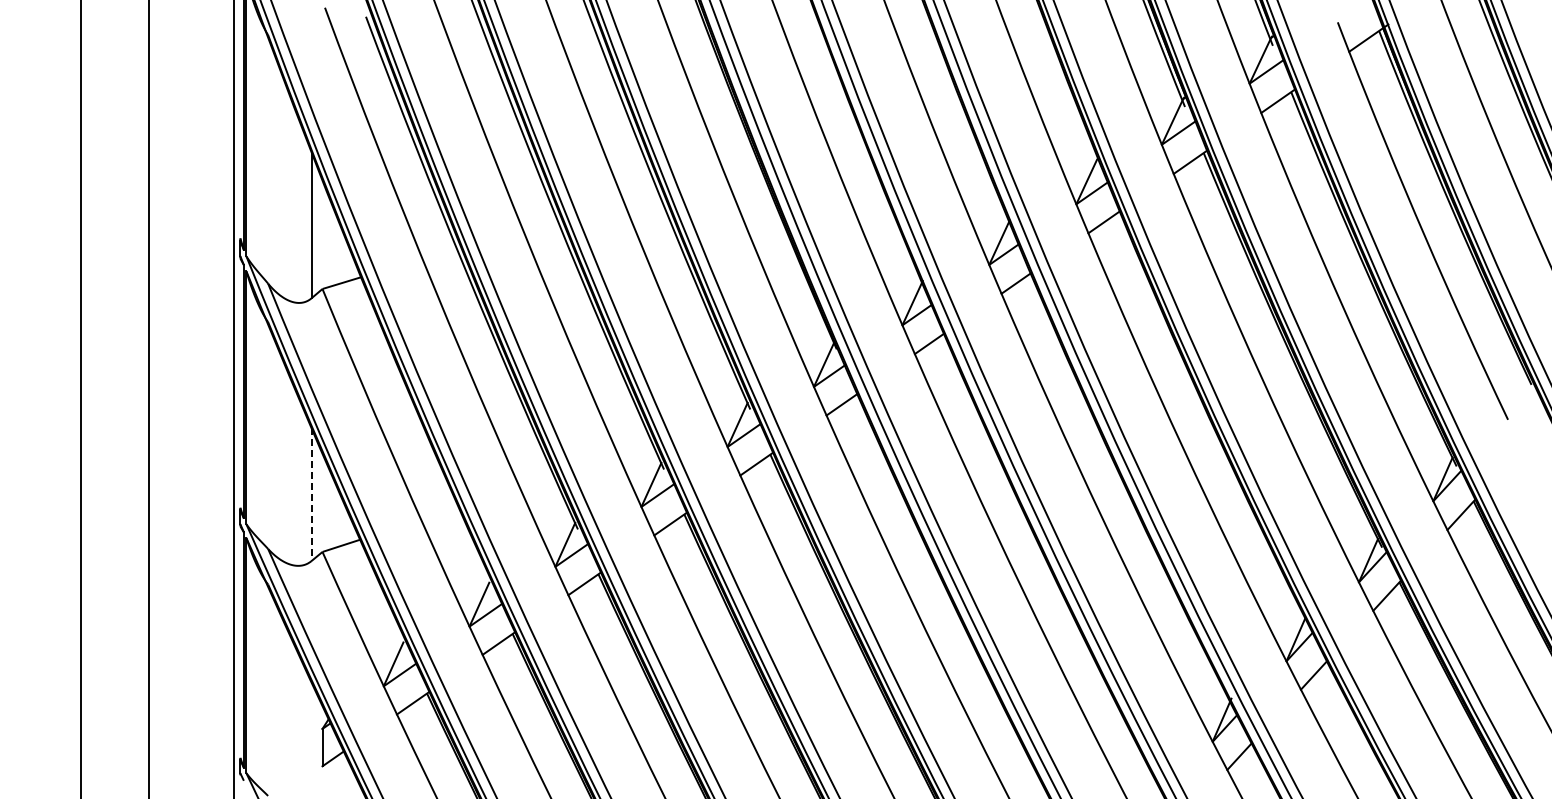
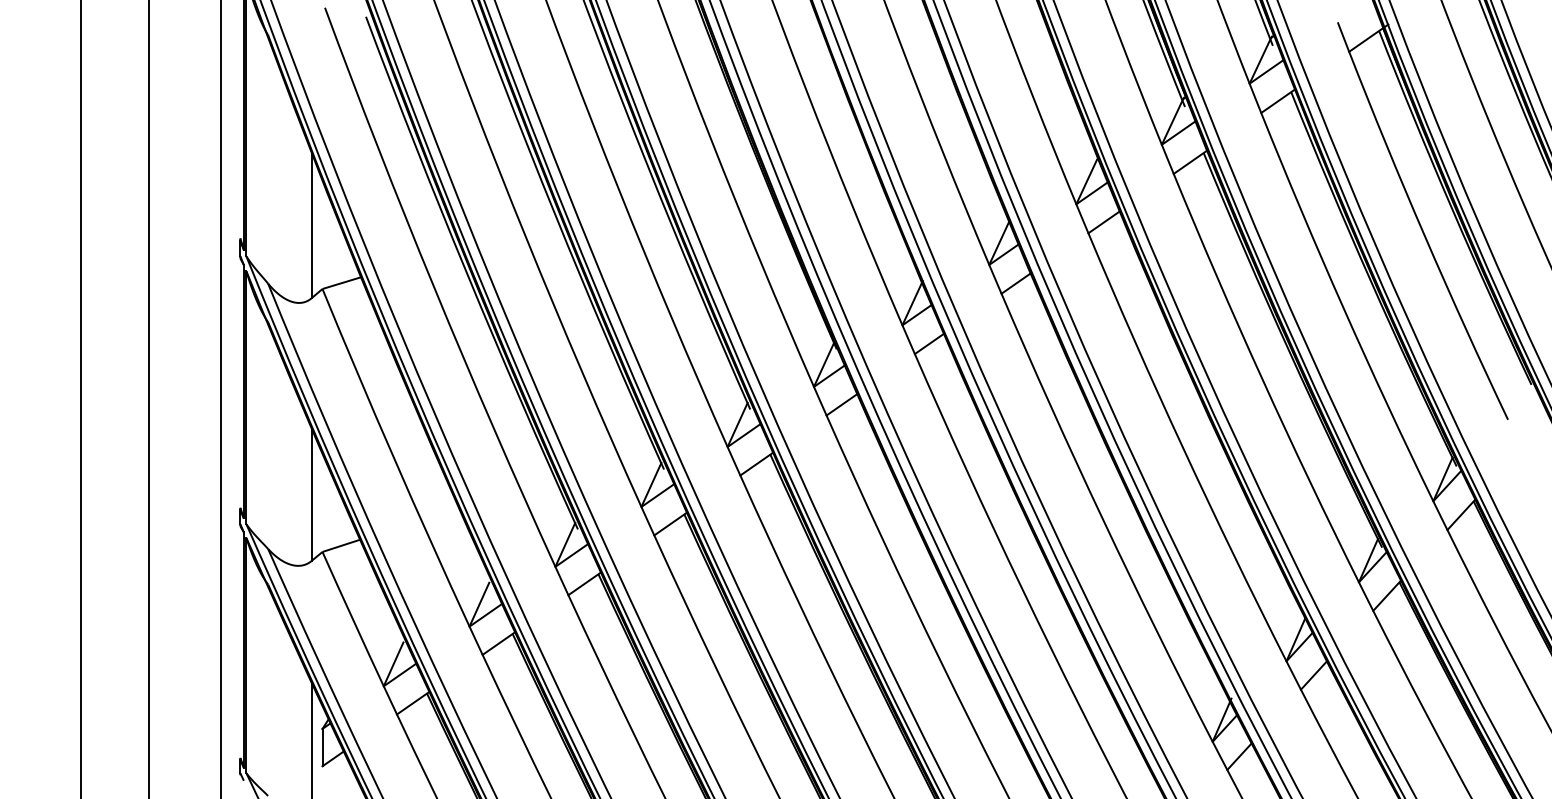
line at (234, 398) position: (234, 398) -> (221, 398)
line at (311, 495): dashed -> solid
line at (311, 738): none -> present
